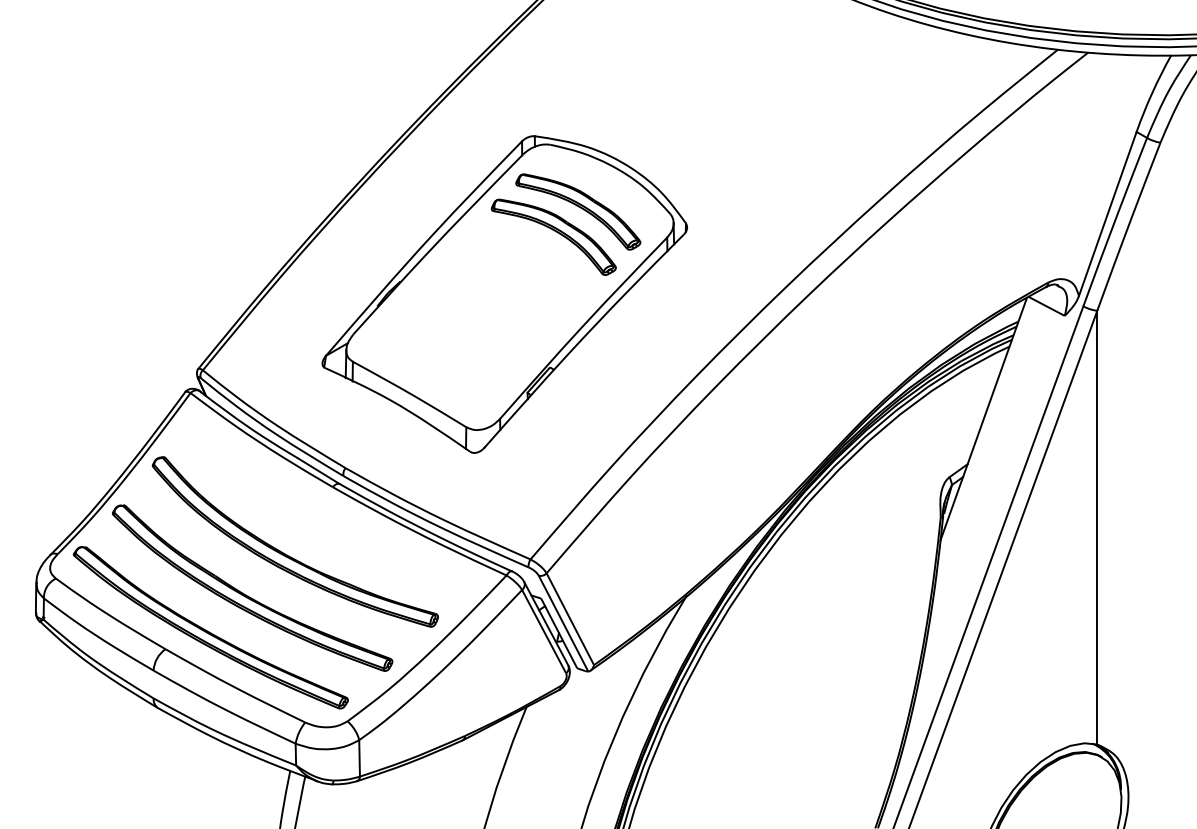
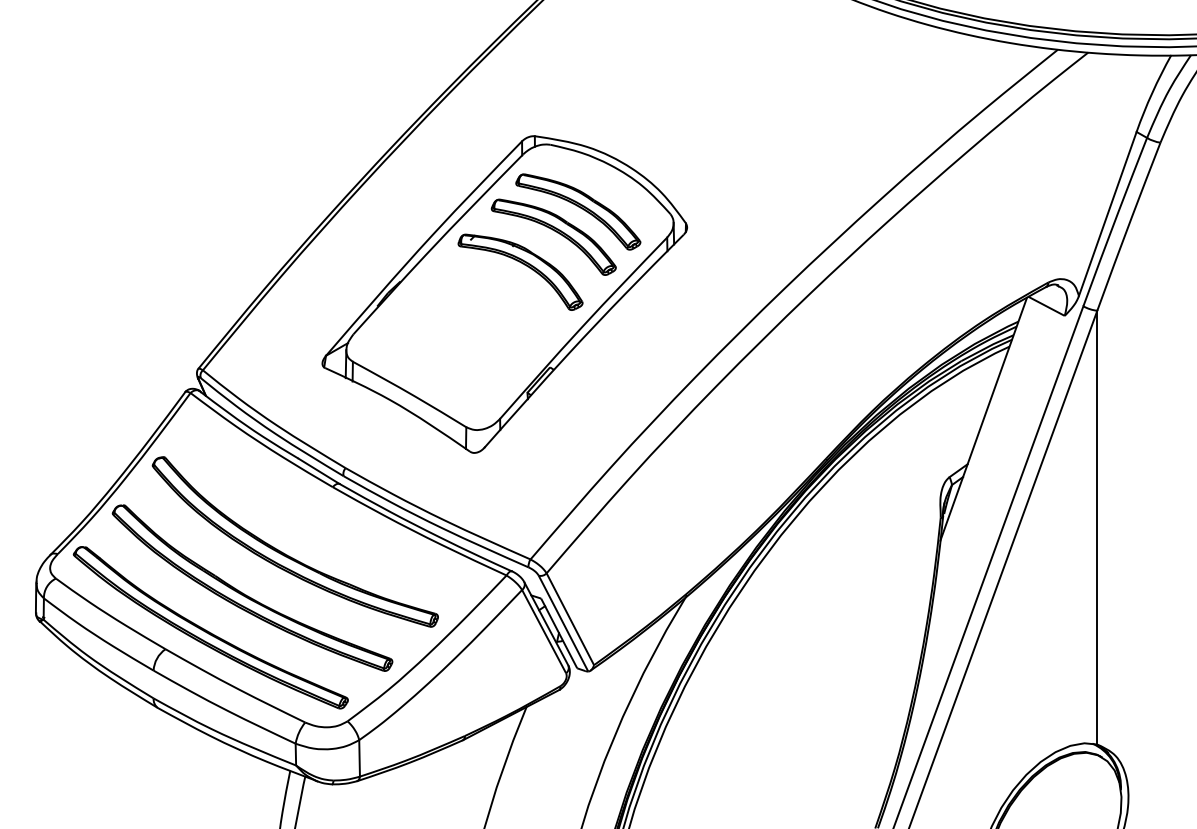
part at (524, 265): none -> present
